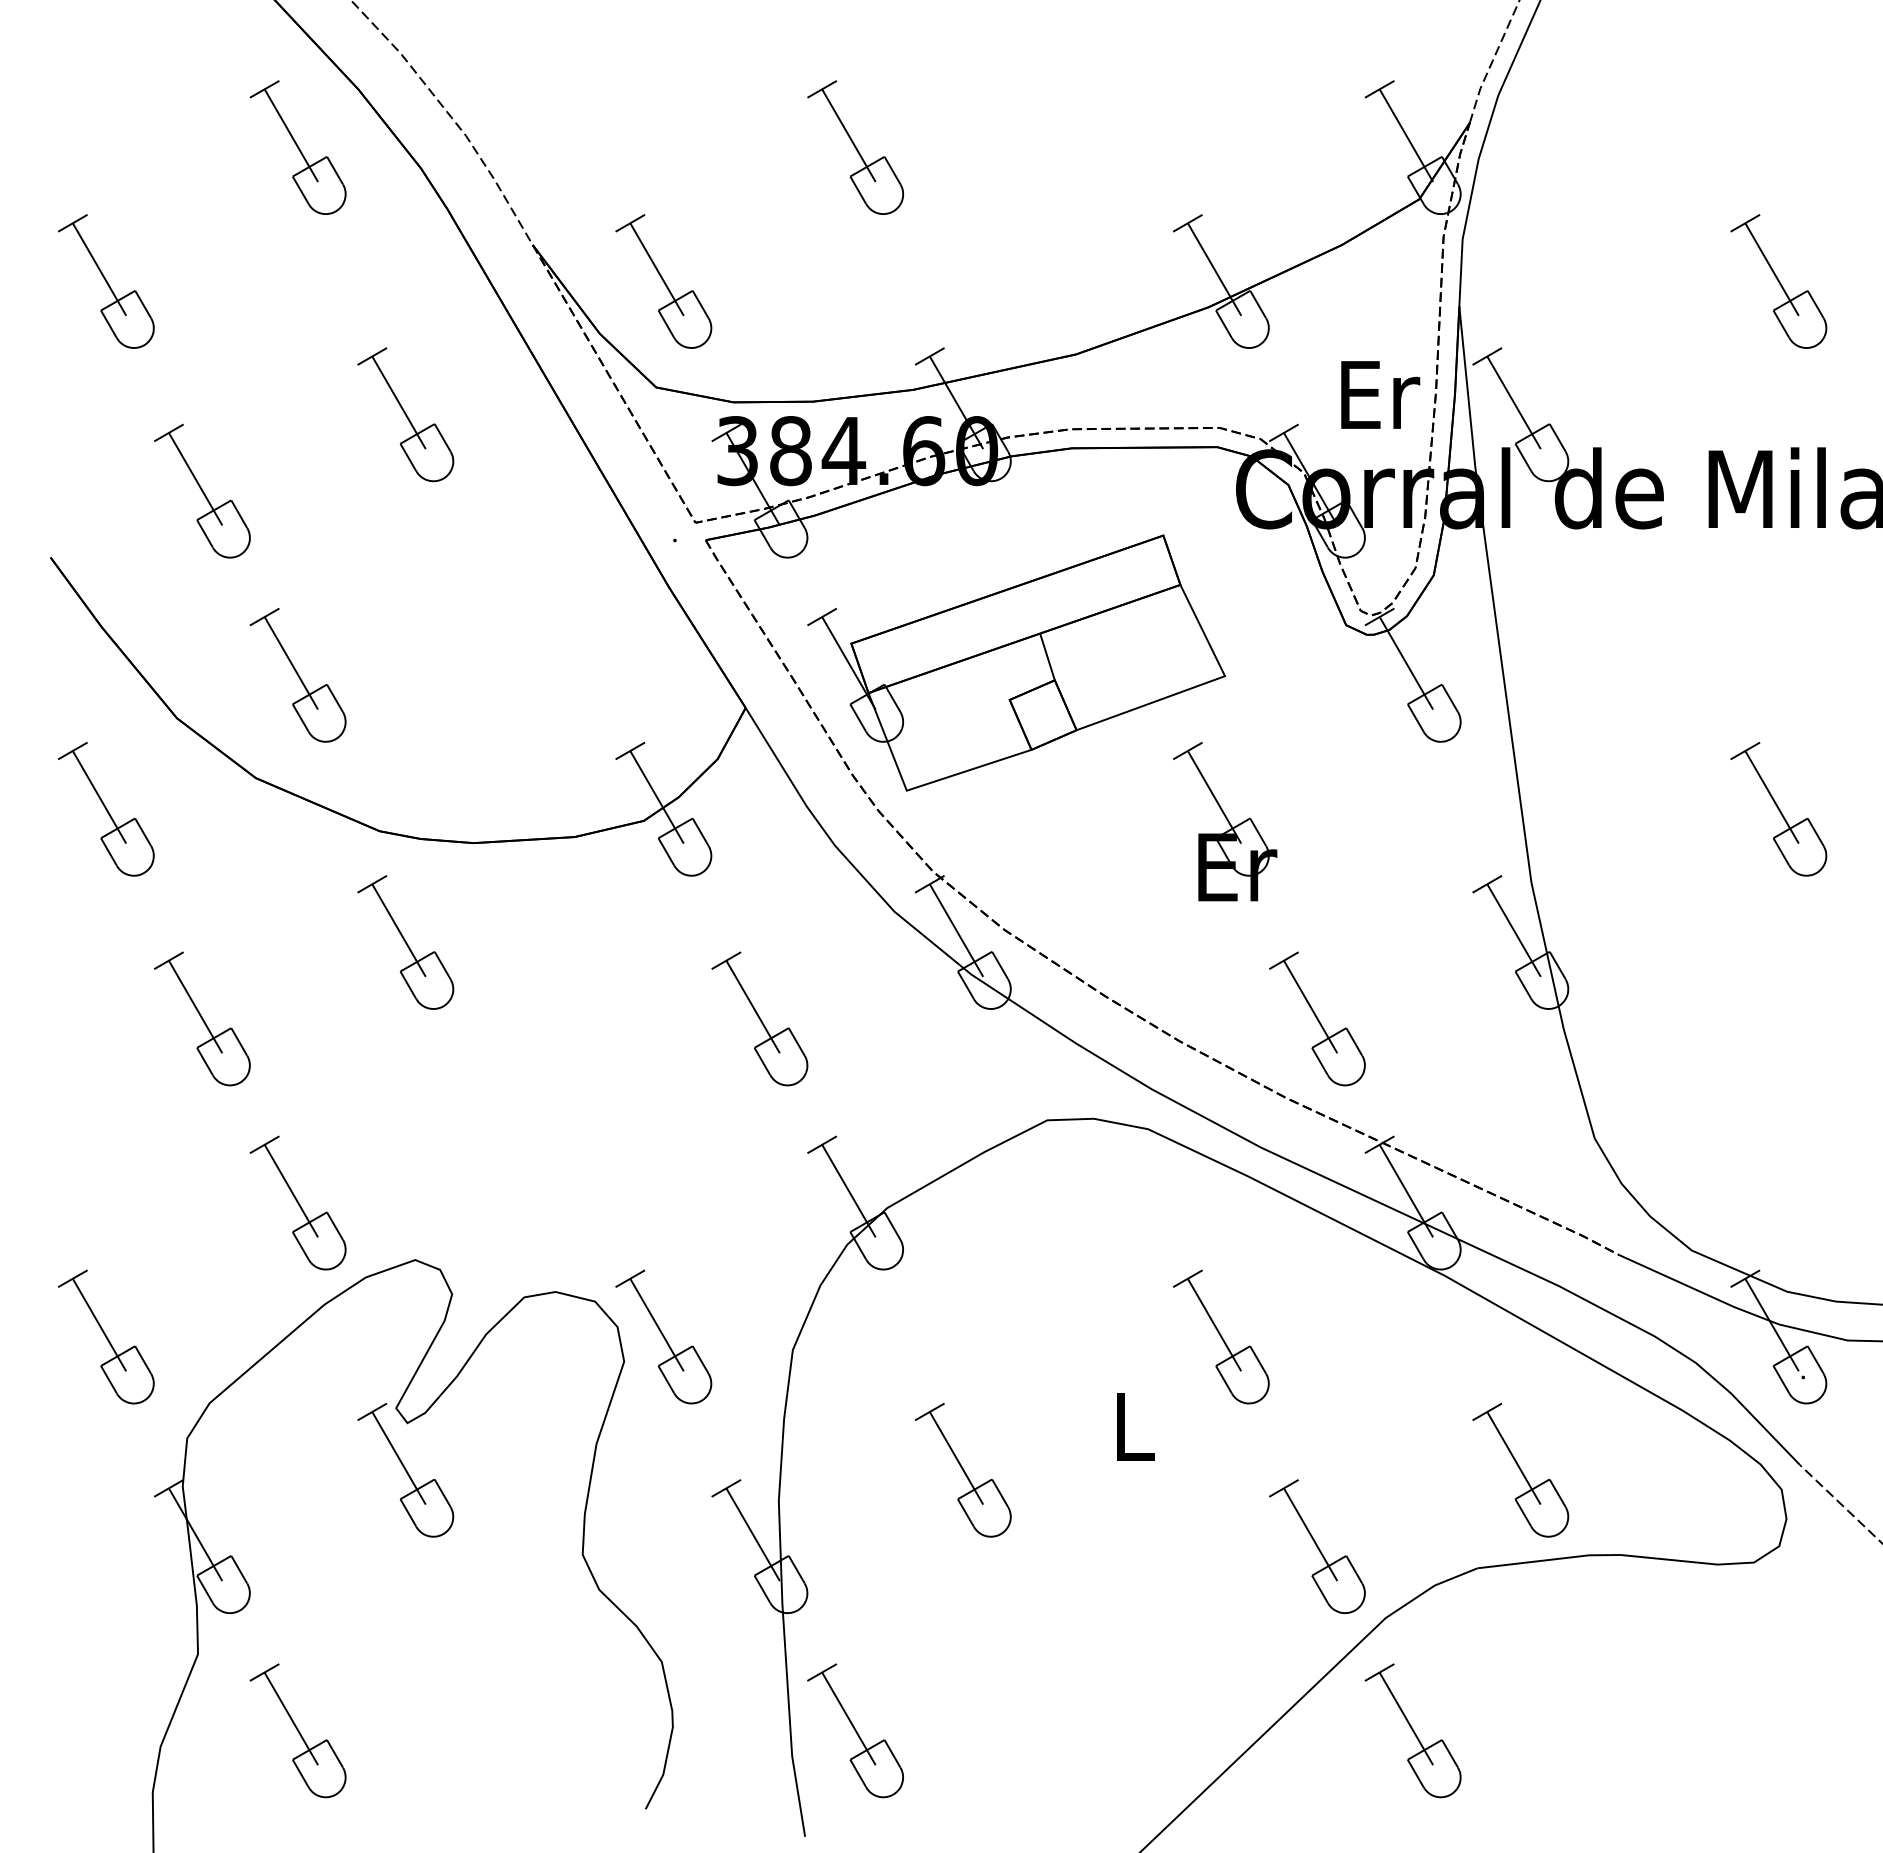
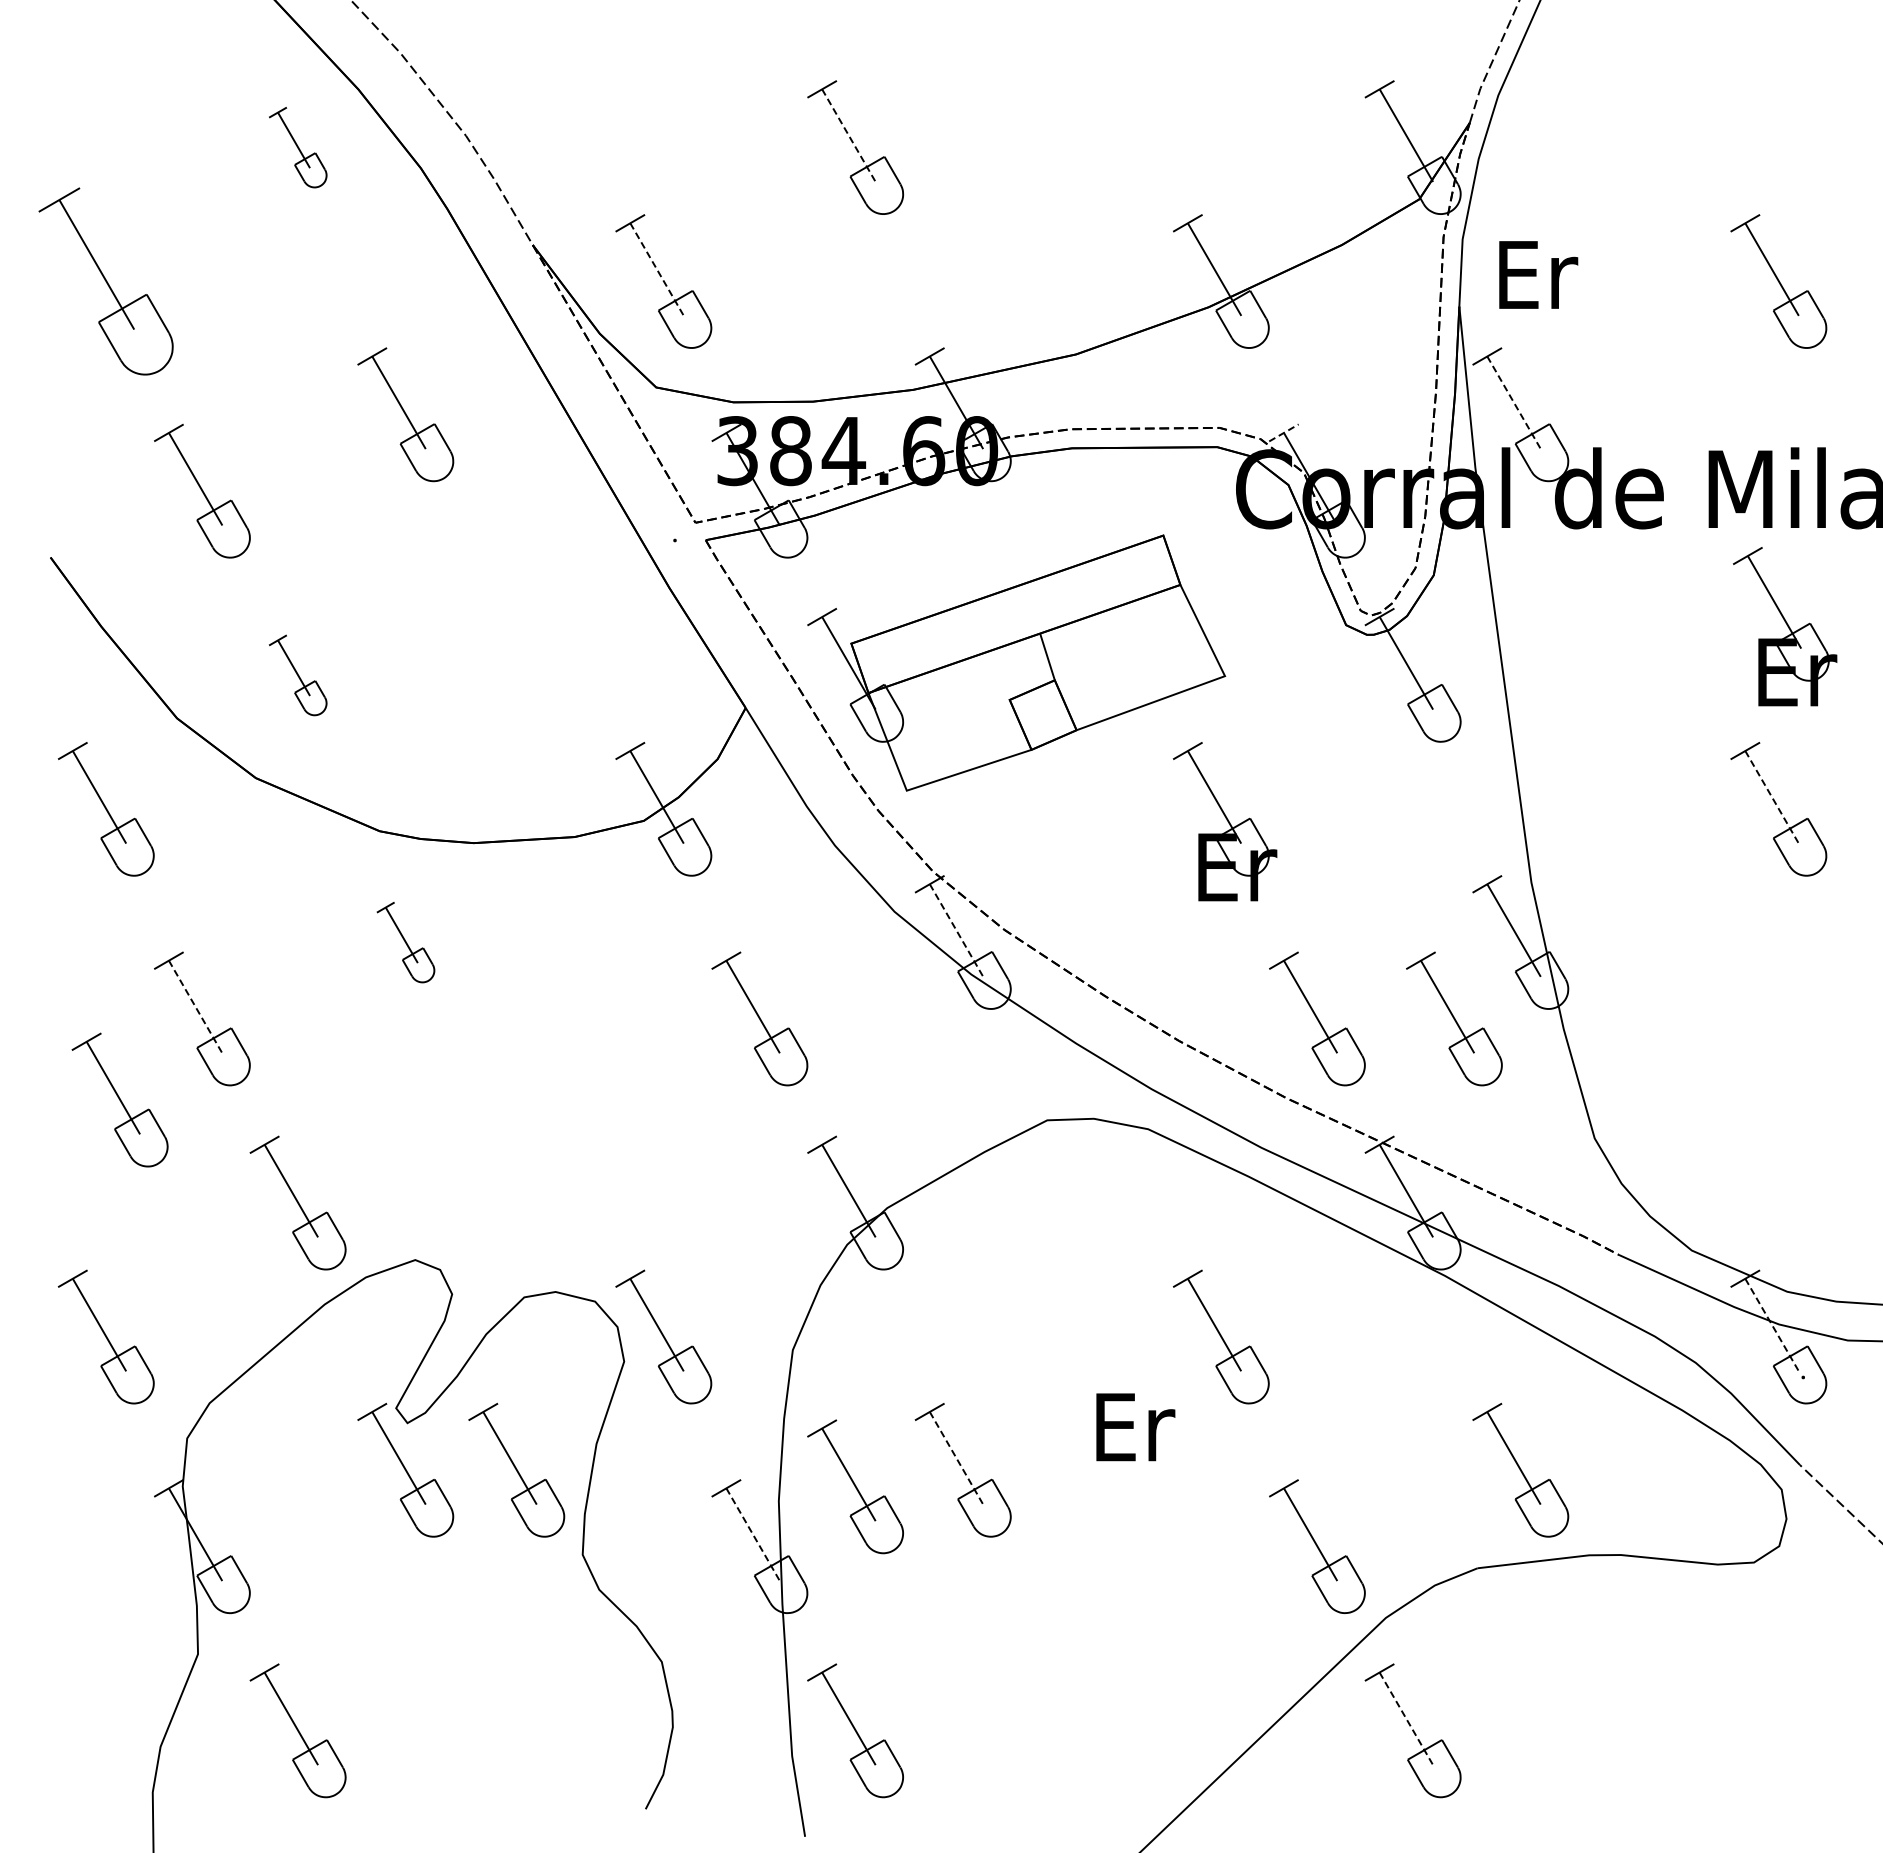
line at (849, 136): solid -> dashed
part at (297, 147) size: 98x135 px -> 59x82 px
line at (657, 270): solid -> dashed
part at (106, 281) size: 97x135 px -> 136x189 px
text at (1380, 394) position: (1380, 394) -> (1538, 274)
line at (1514, 403): solid -> dashed
line at (1283, 432): solid -> dashed
part at (1785, 626): none -> present
part at (297, 675) size: 98x135 px -> 59x83 px
line at (1772, 797): solid -> dashed
line at (956, 930): solid -> dashed
part at (405, 942) size: 98x135 px -> 60x82 px
line at (195, 1007): solid -> dashed
part at (1454, 1018): none -> present
part at (119, 1099): none -> present
line at (1772, 1325): solid -> dashed
text at (1135, 1427): L -> Er
line at (956, 1458): solid -> dashed
part at (516, 1470): none -> present
part at (855, 1486): none -> present
line at (753, 1534): solid -> dashed
line at (1406, 1719): solid -> dashed
